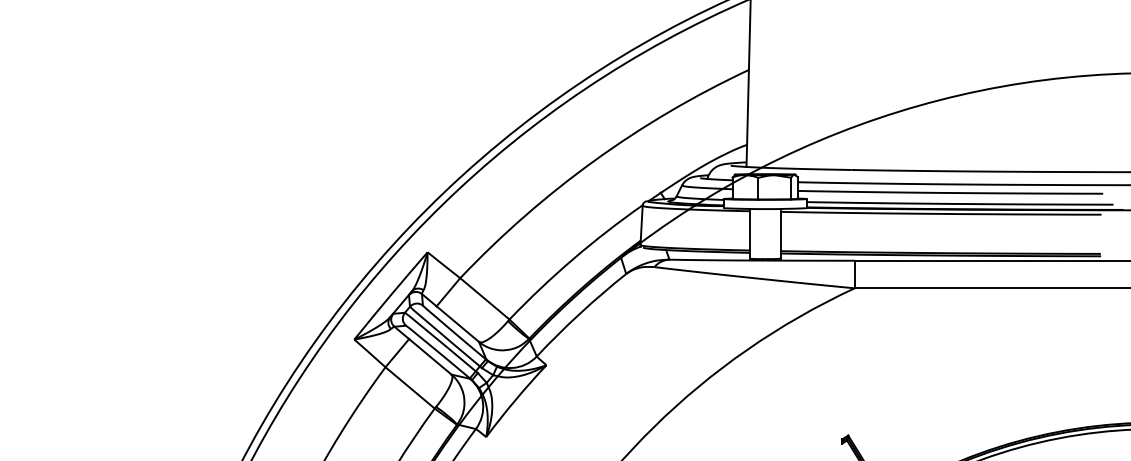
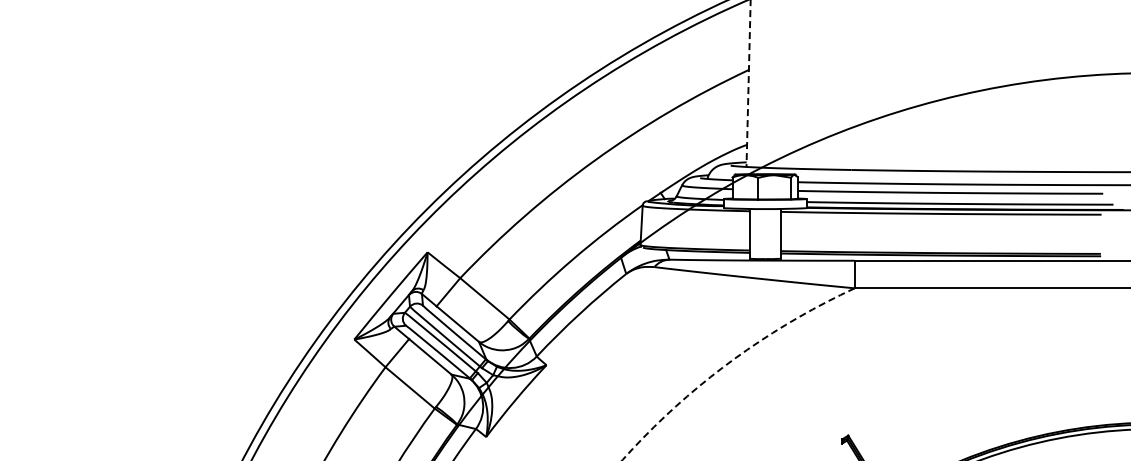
line at (748, 84): solid -> dashed
arc at (727, 363): solid -> dashed
